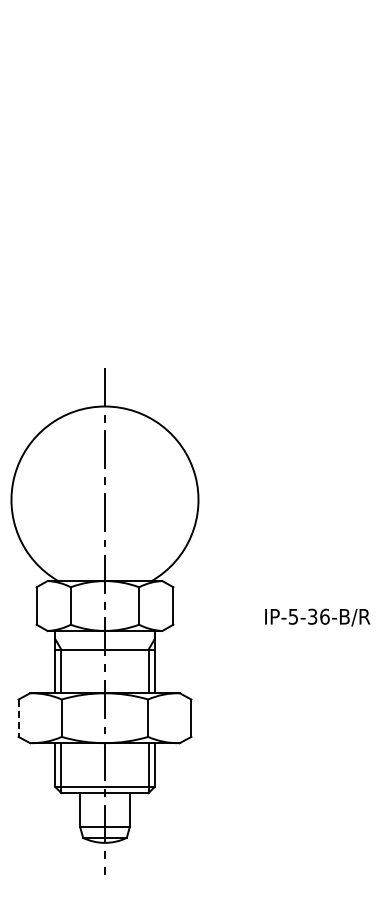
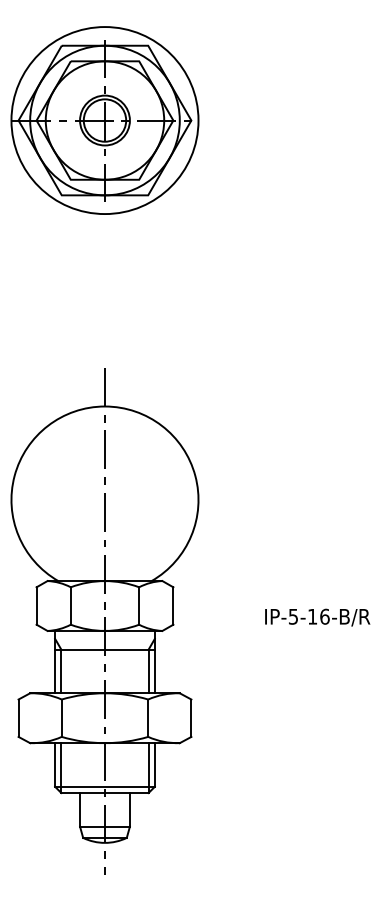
part at (104, 120): none -> present
text at (312, 616): IP-5-36-B/R -> IP-5-16-B/R
line at (18, 718): dashed -> solid
